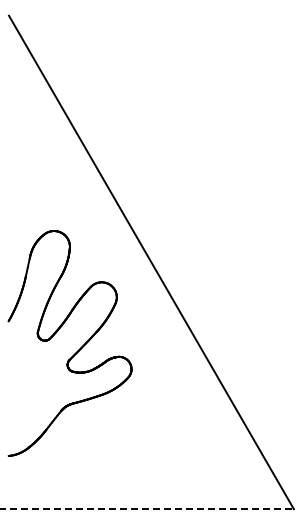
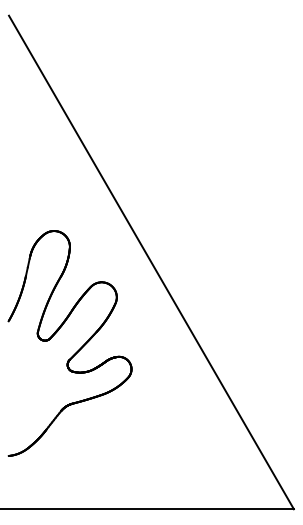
line at (146, 509): dashed -> solid
